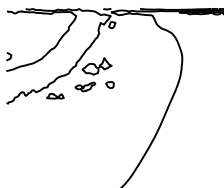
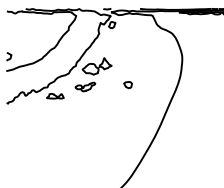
part at (109, 84) position: (109, 84) -> (127, 84)
